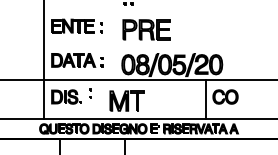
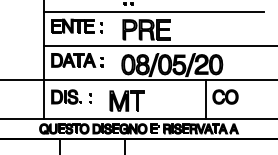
line at (154, 11): none -> present
line at (159, 45): none -> present
part at (90, 93) position: (90, 93) -> (90, 98)
